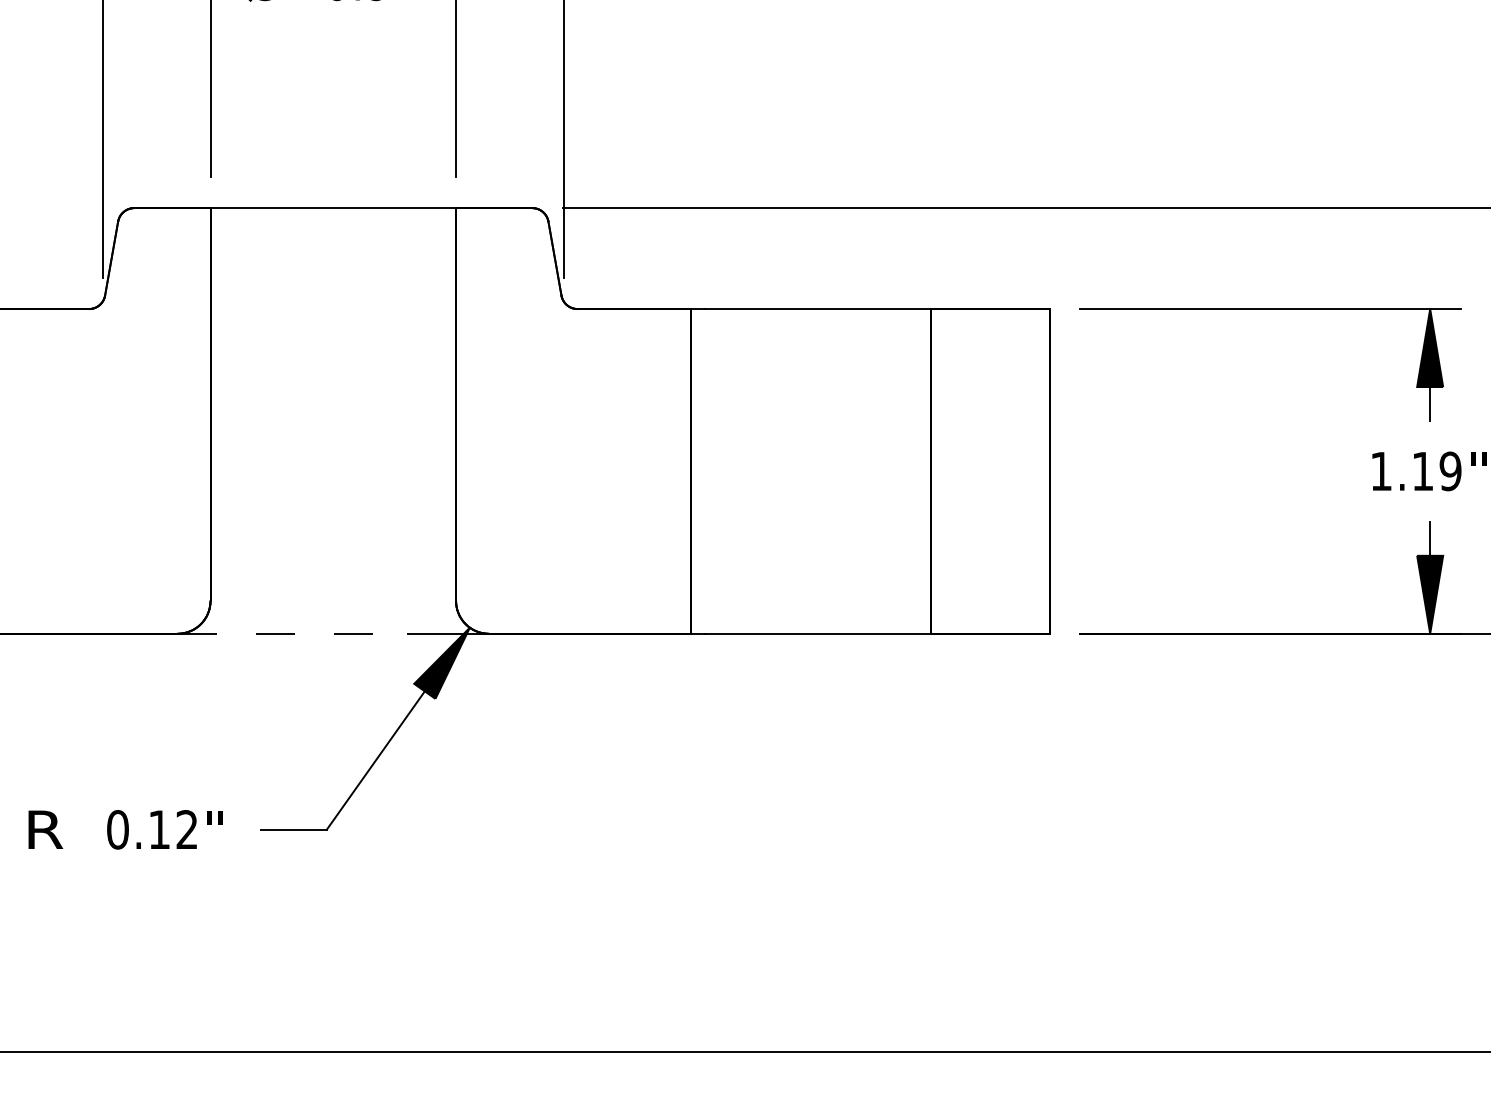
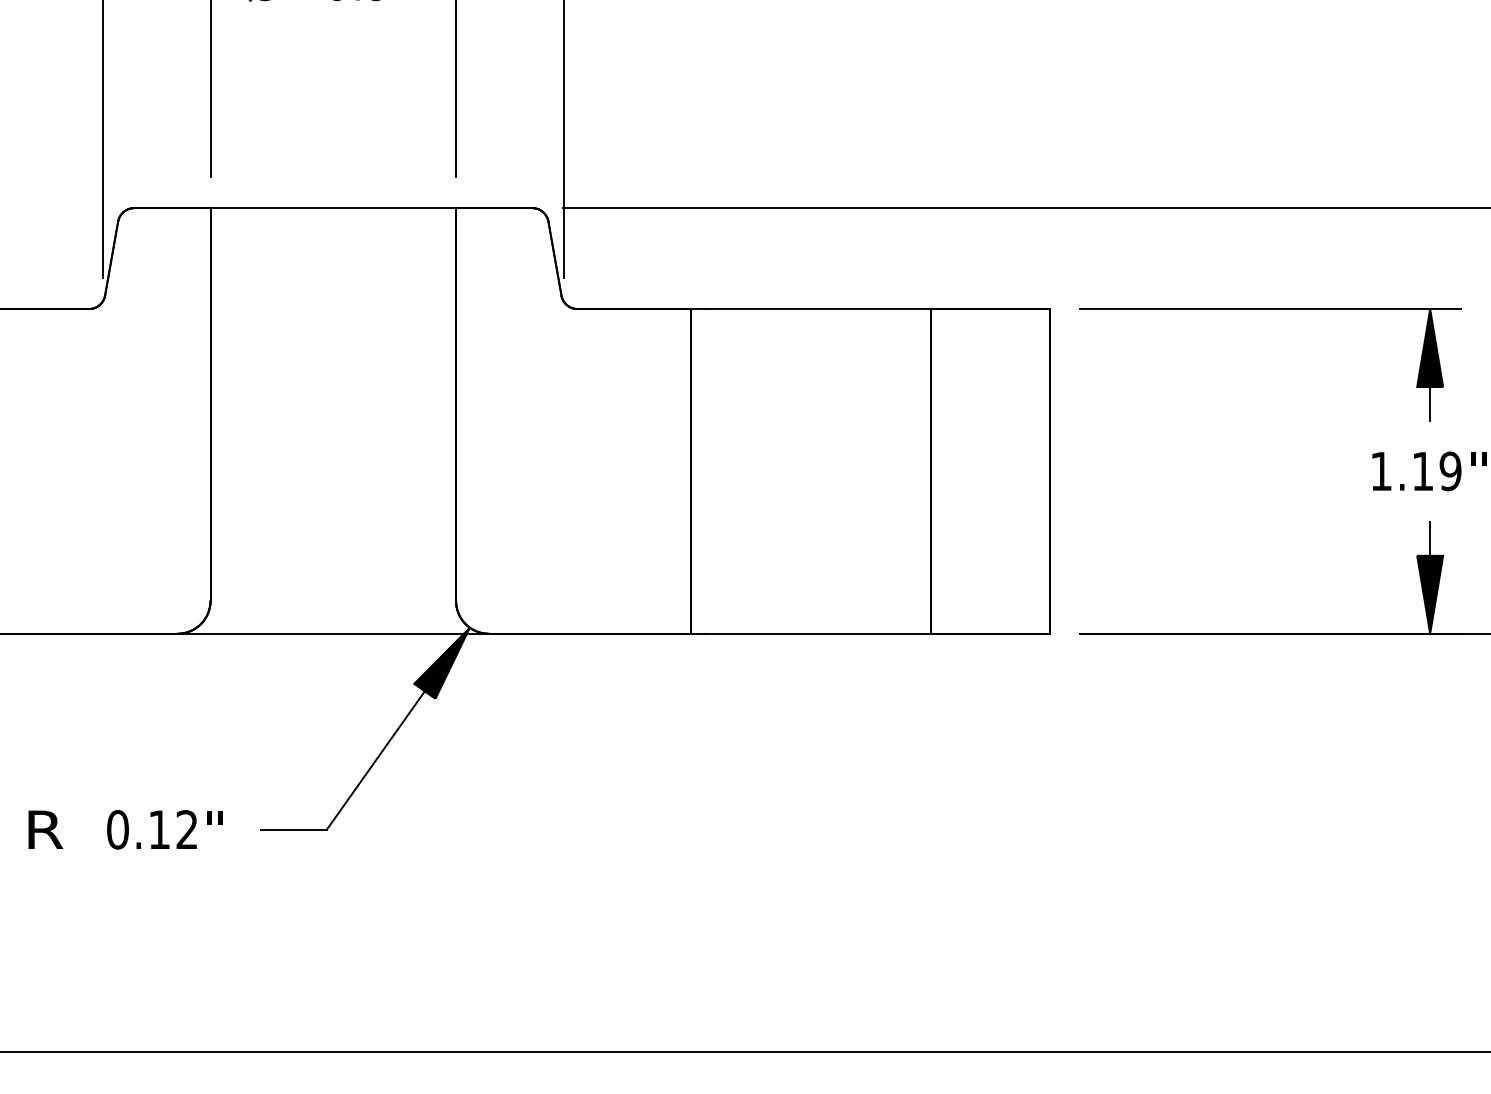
line at (293, 633): dashed -> solid
